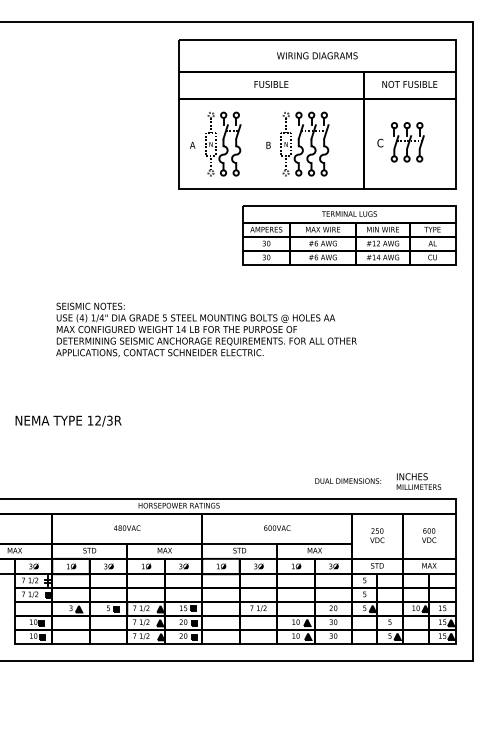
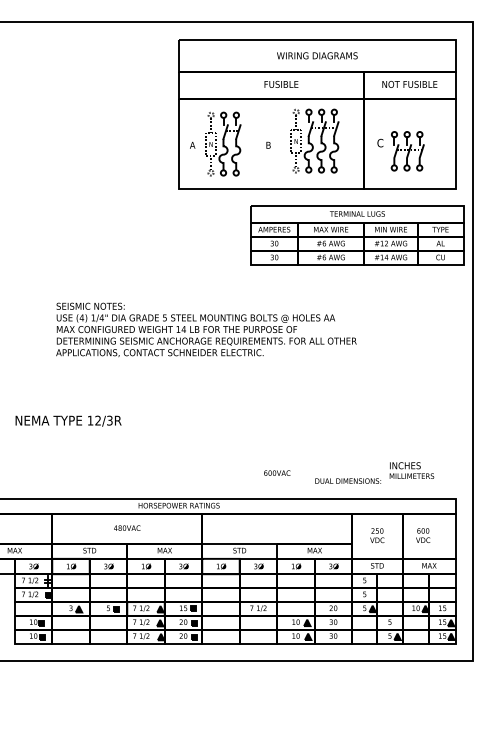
text at (271, 84) position: (271, 84) -> (281, 84)
part at (407, 142) position: (407, 142) -> (407, 151)
part at (304, 143) position: (304, 143) -> (314, 140)
part at (349, 235) position: (349, 235) -> (357, 235)
text at (418, 481) position: (418, 481) -> (411, 470)
text at (277, 527) position: (277, 527) -> (277, 472)
text at (429, 535) position: (429, 535) -> (423, 535)
